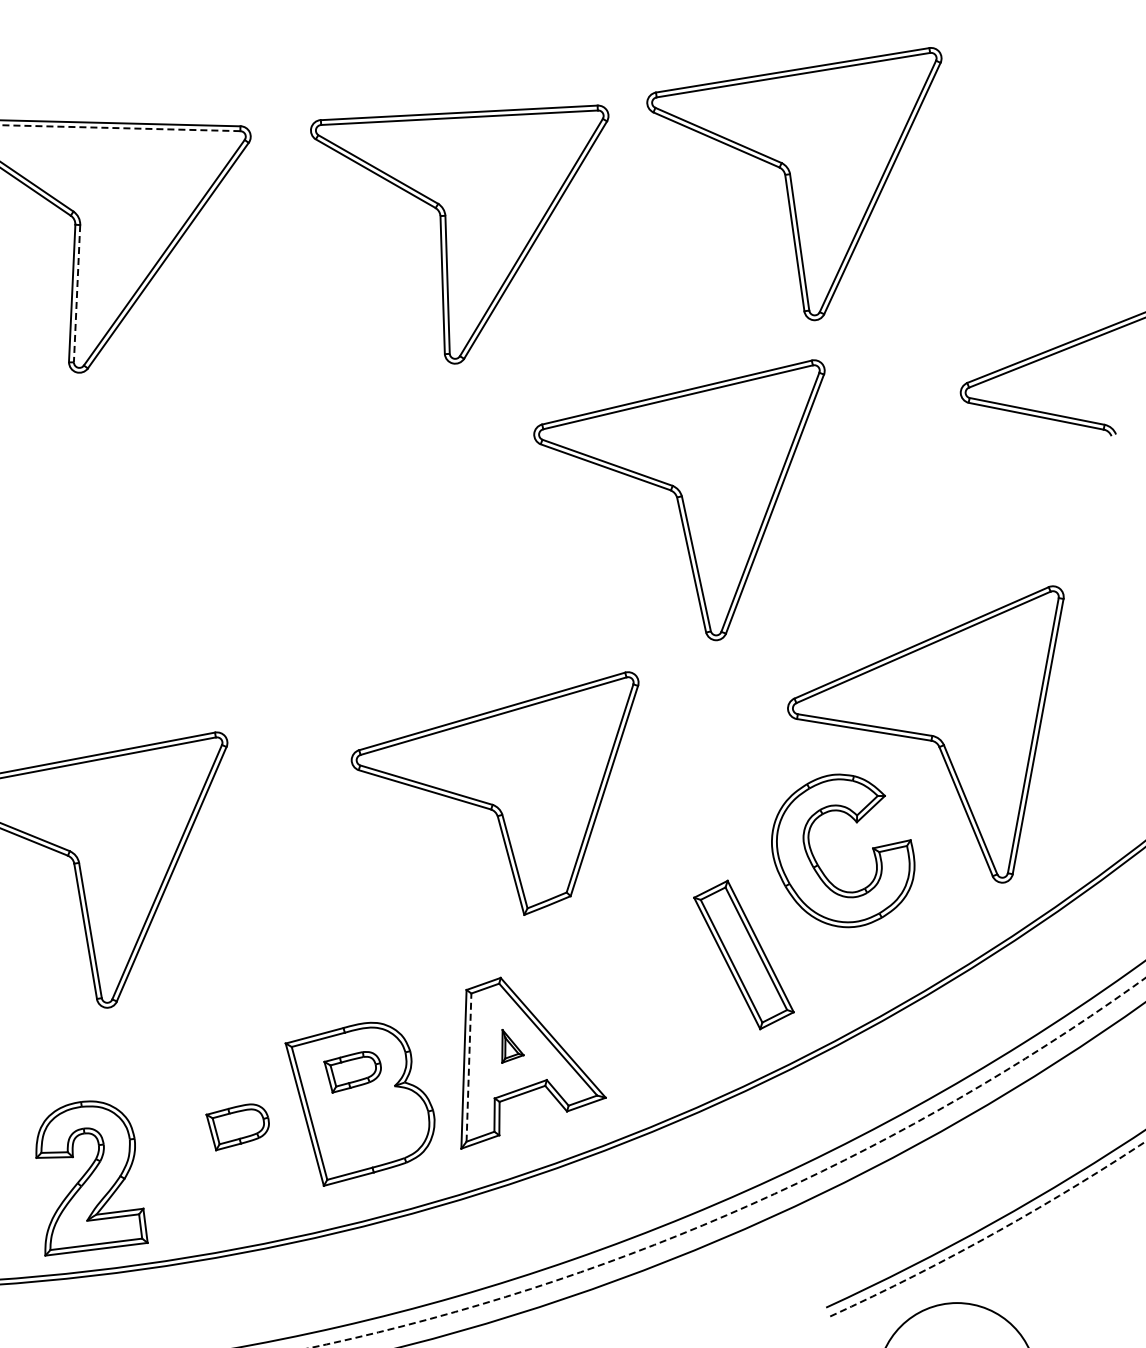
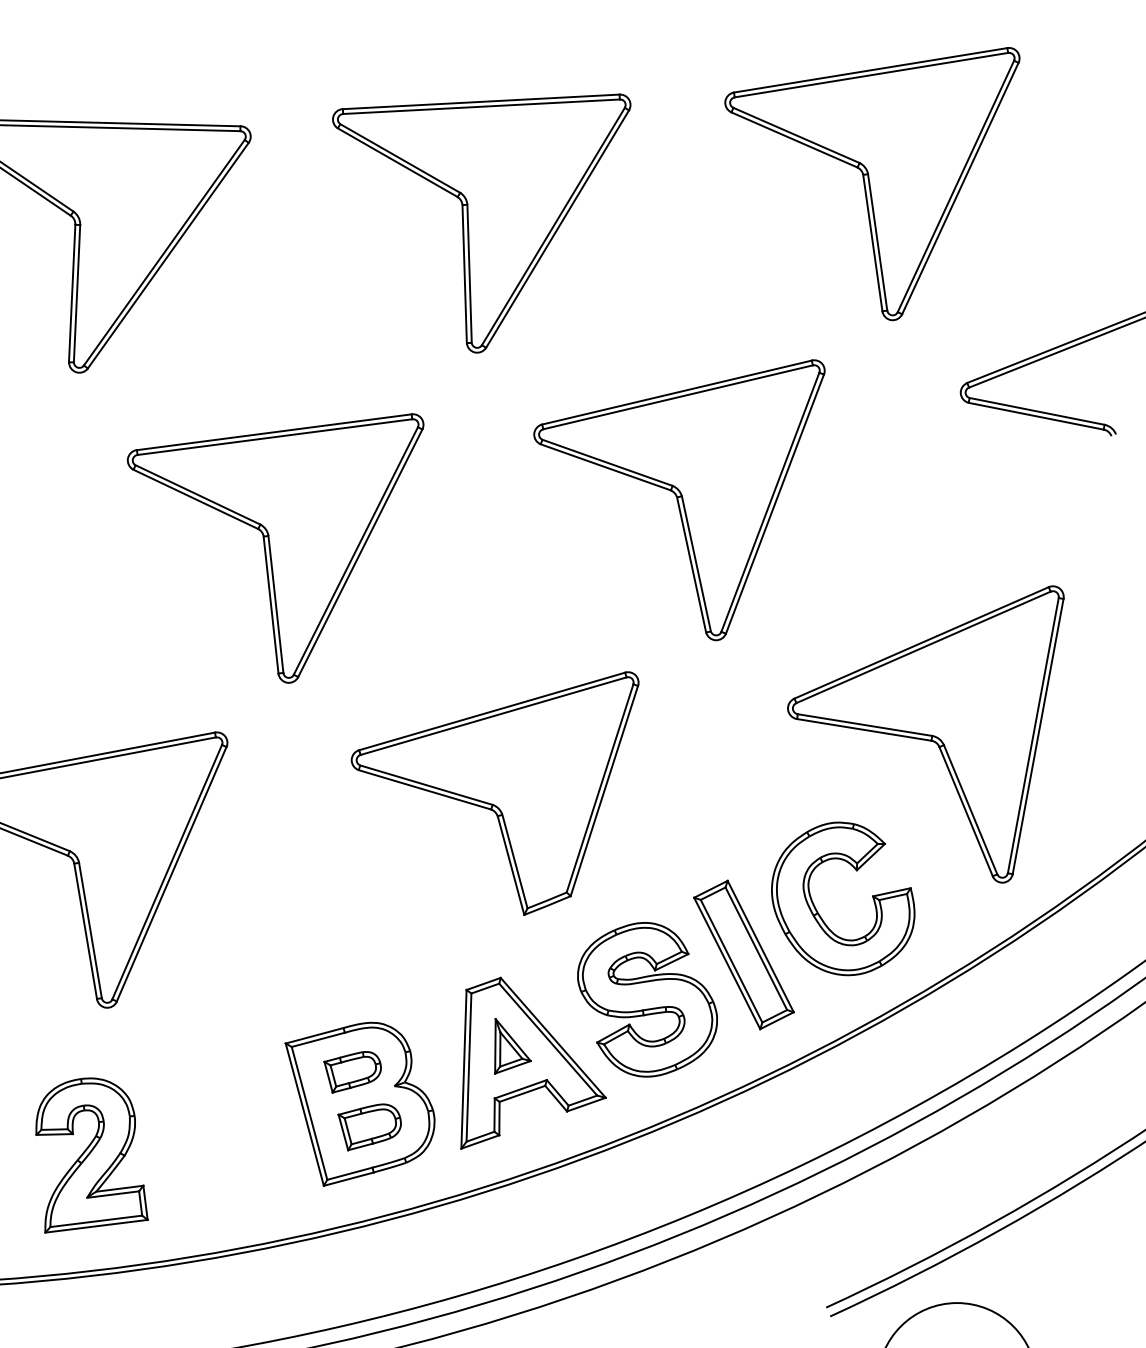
line at (119, 128): dashed -> solid
part at (794, 184) position: (794, 184) -> (872, 184)
part at (459, 234) position: (459, 234) -> (481, 223)
line at (77, 293): dashed -> solid
part at (275, 548): none -> present
part at (819, 865) position: (819, 865) -> (819, 913)
part at (647, 999): none -> present
part at (512, 1046) size: 24x35 px -> 38x57 px
line at (469, 1067): dashed -> solid
part at (237, 1127) position: (237, 1127) -> (369, 1127)
part at (91, 1178) position: (91, 1178) -> (91, 1155)
arc at (746, 1206): dashed -> solid
arc at (992, 1234): dashed -> solid
